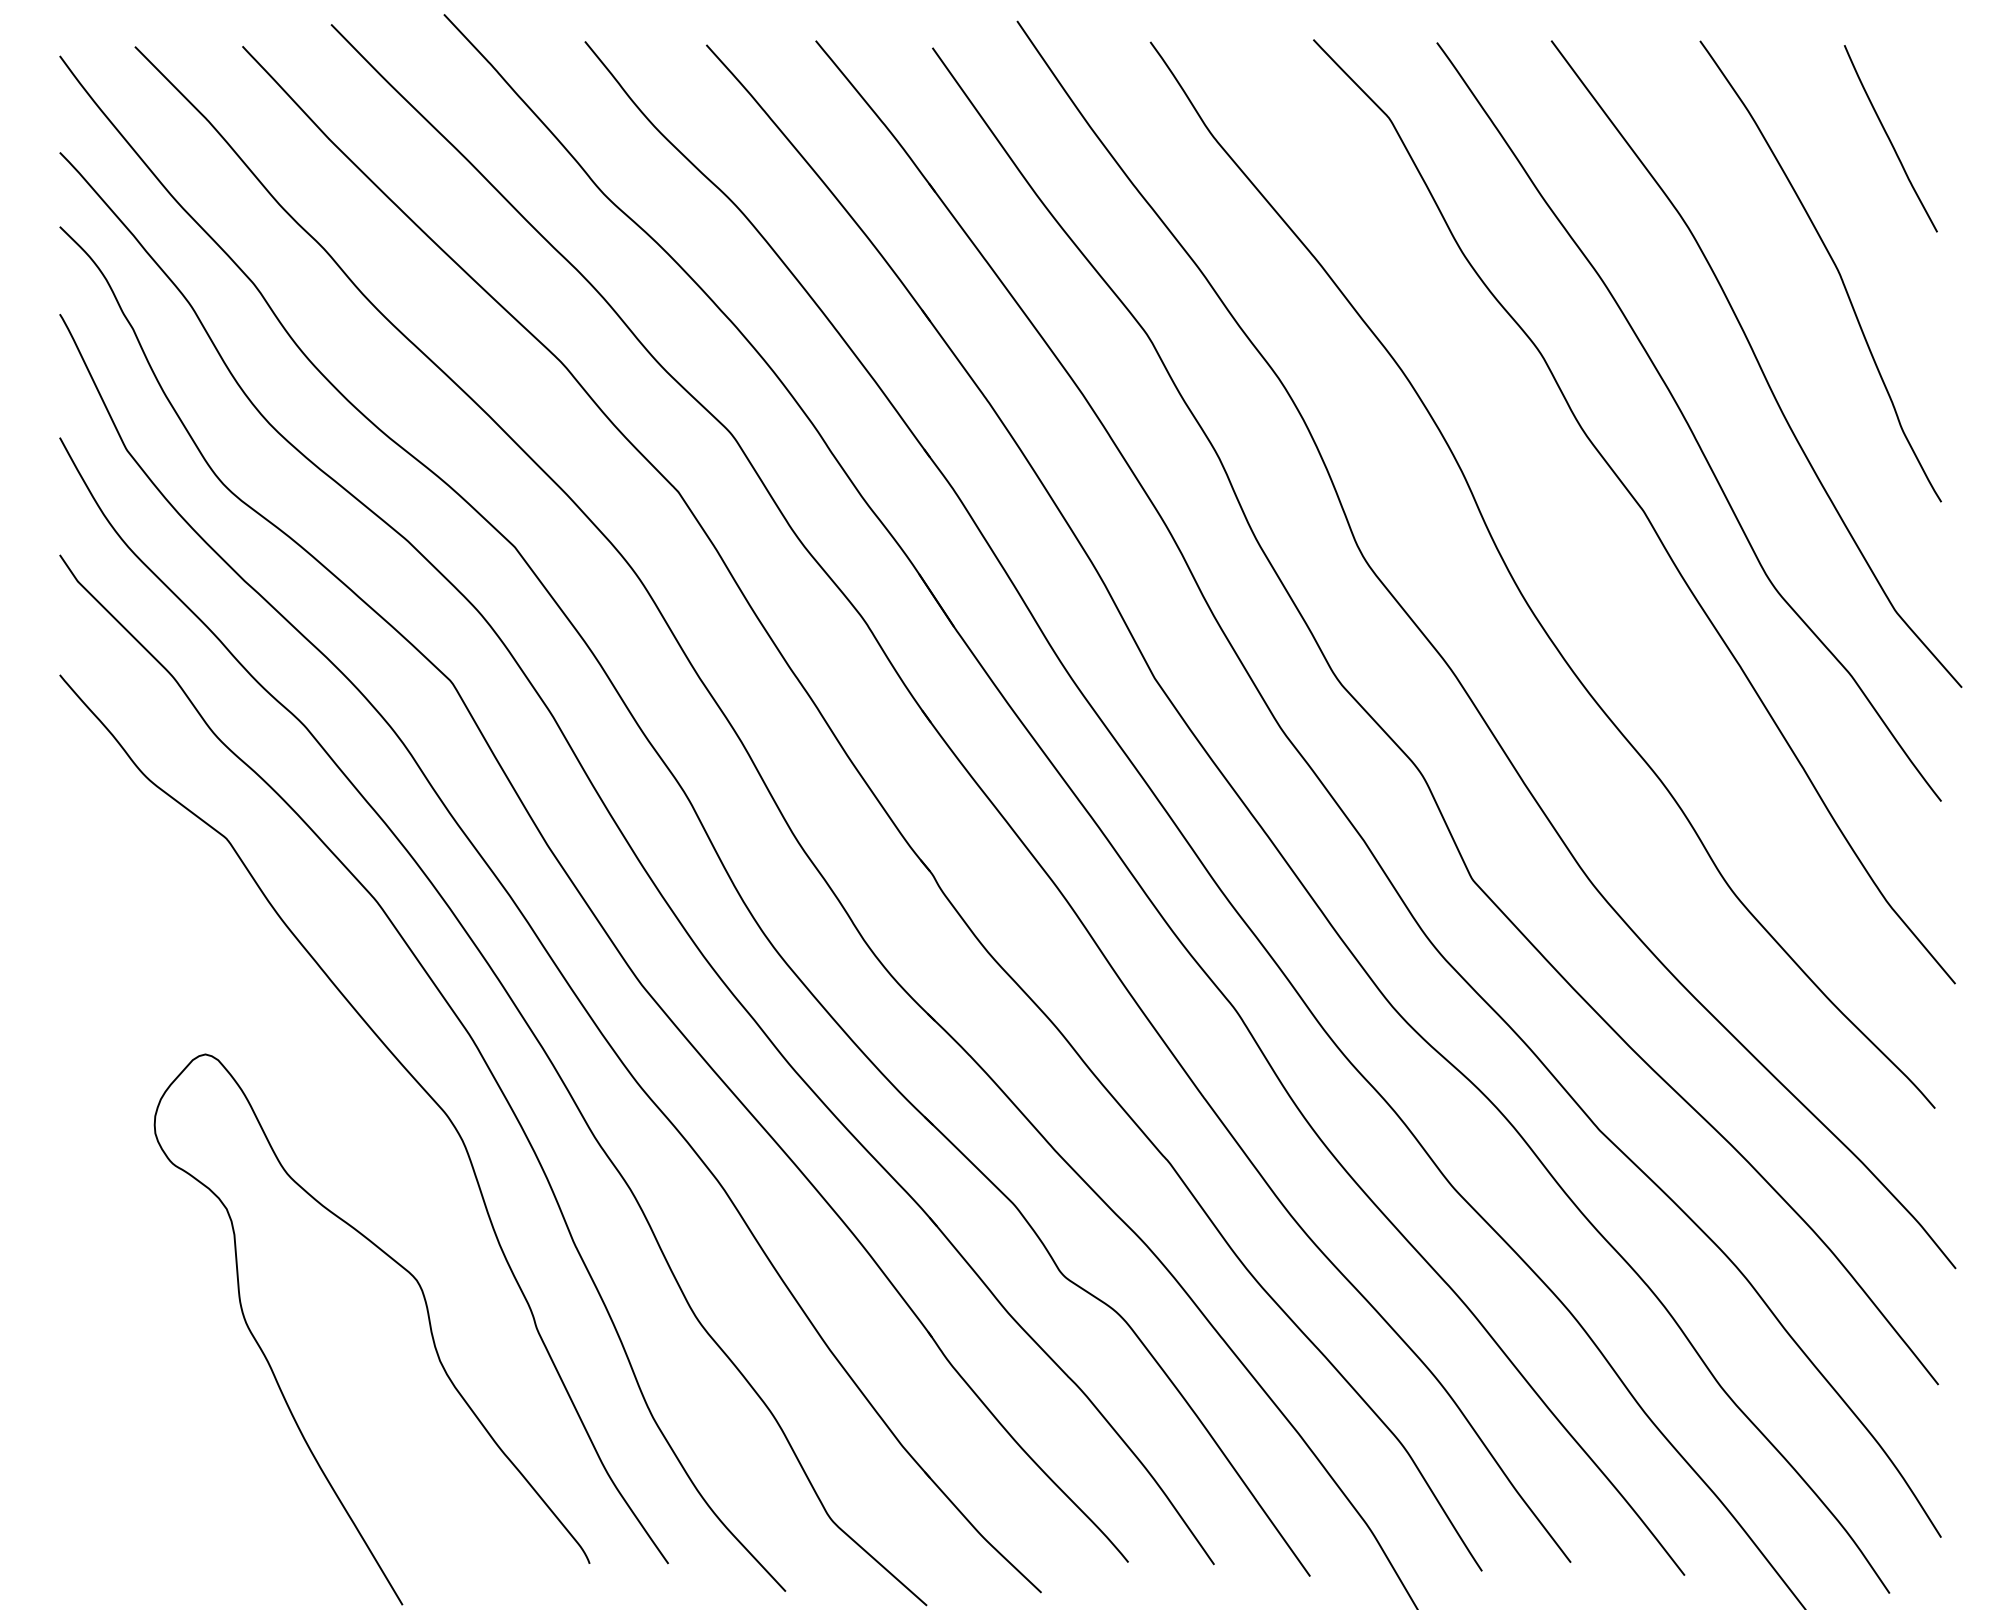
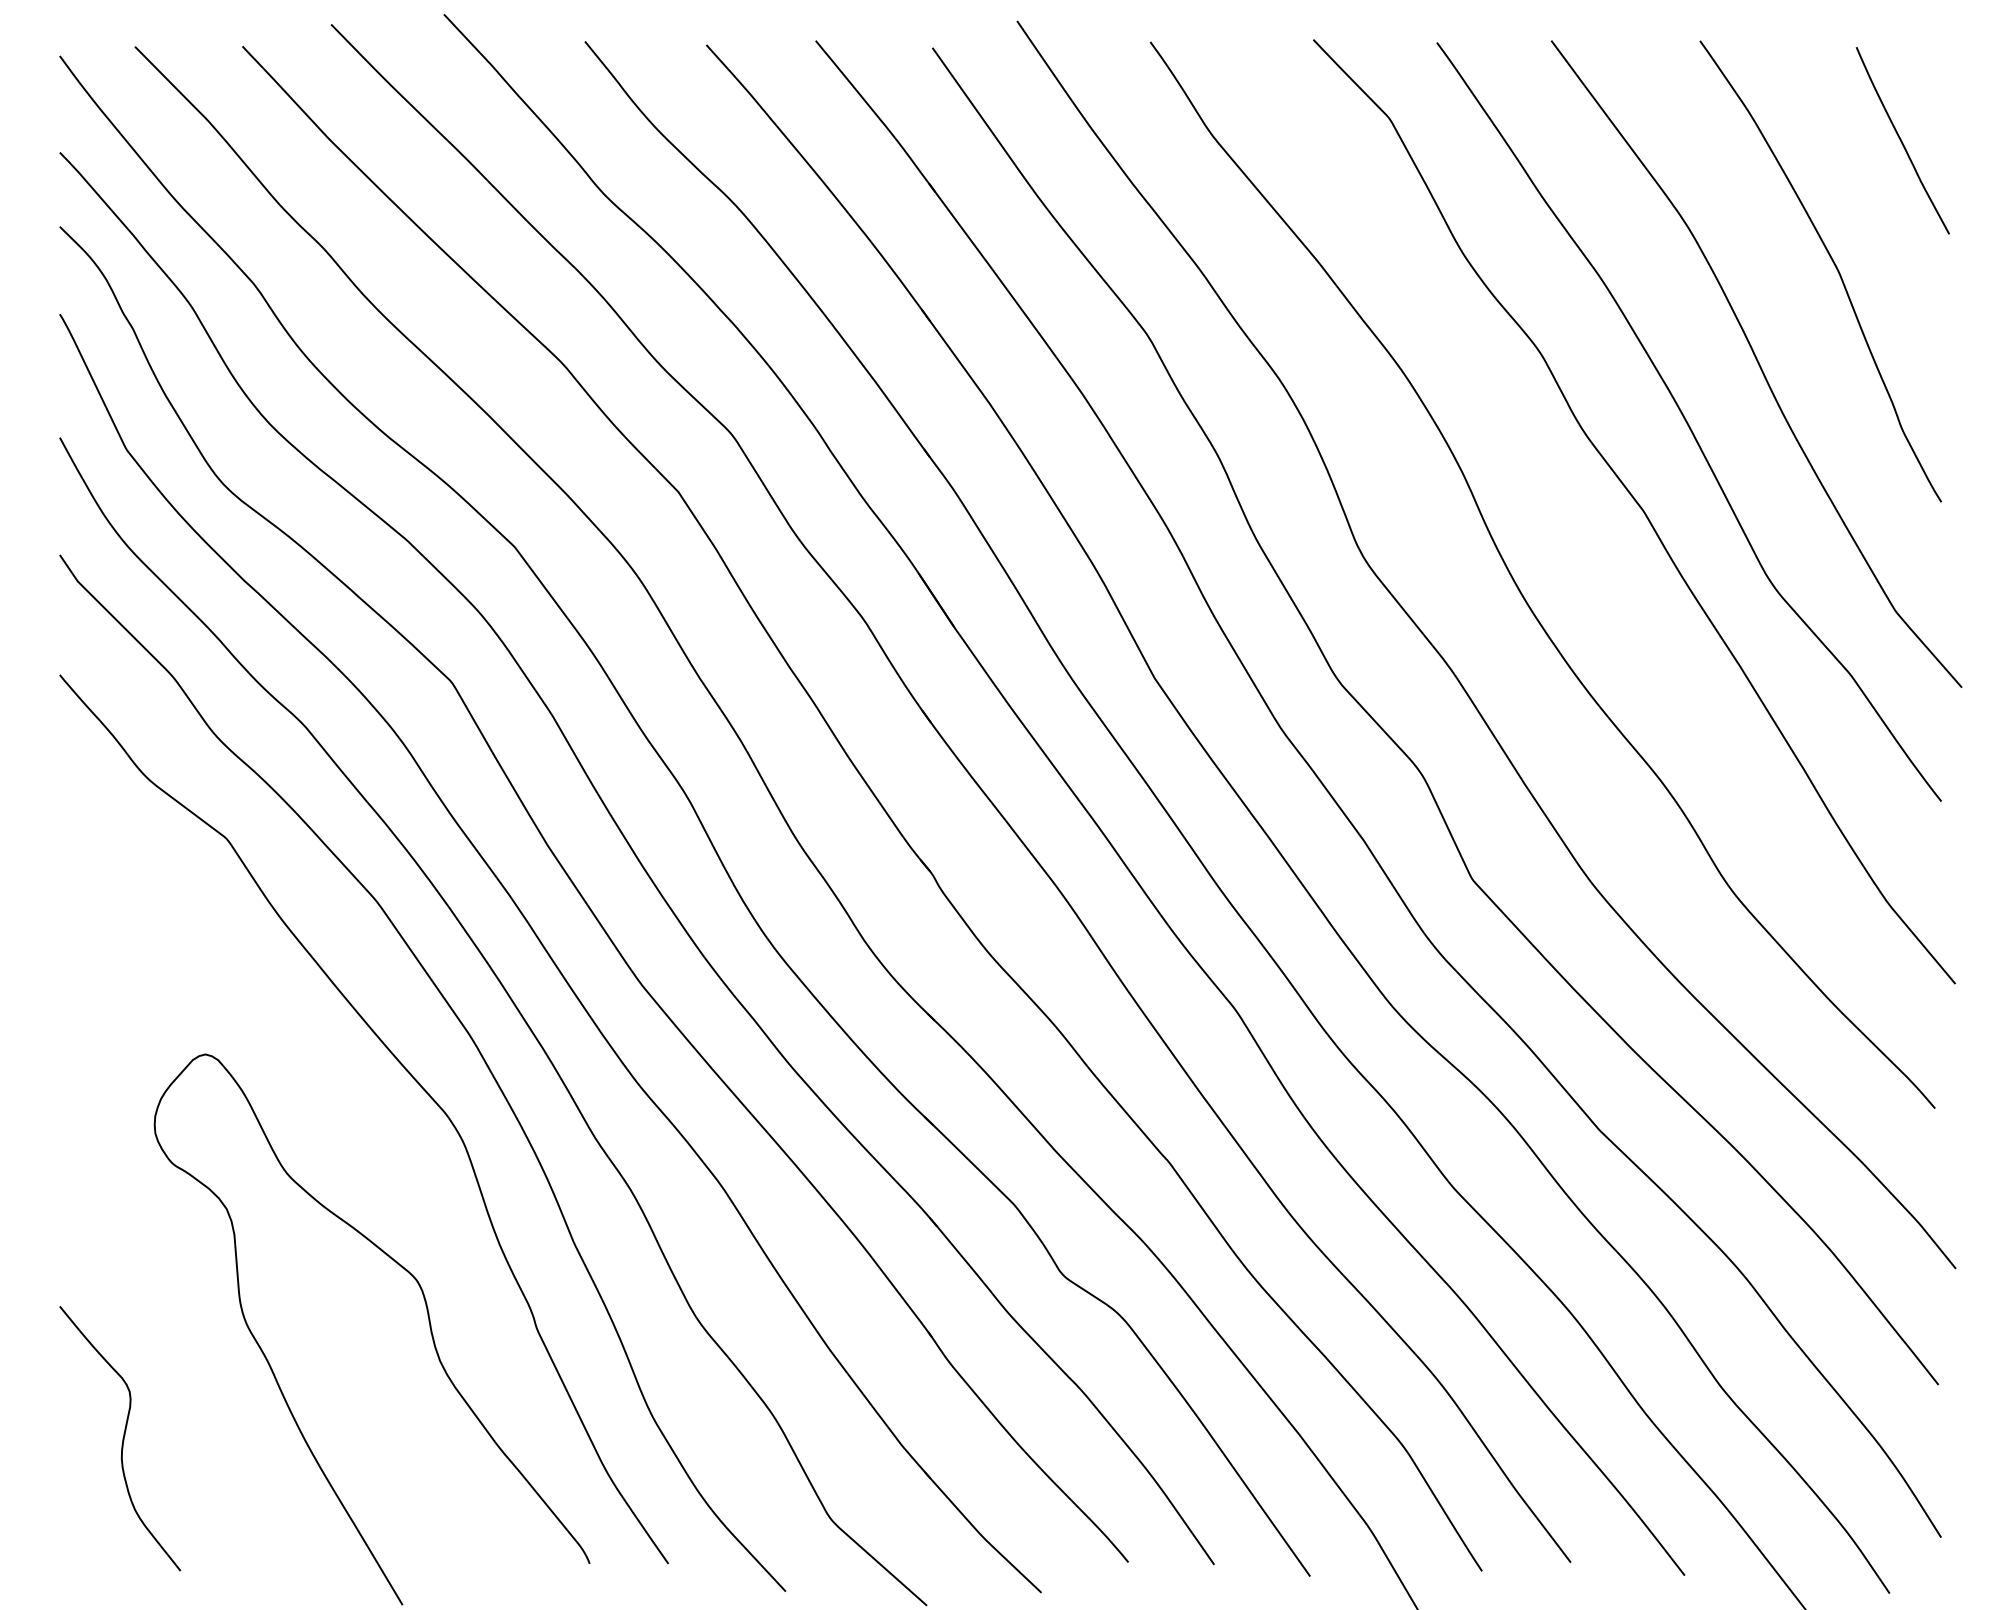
curve at (1889, 138) position: (1889, 138) -> (1901, 140)
curve at (122, 1438): none -> present
